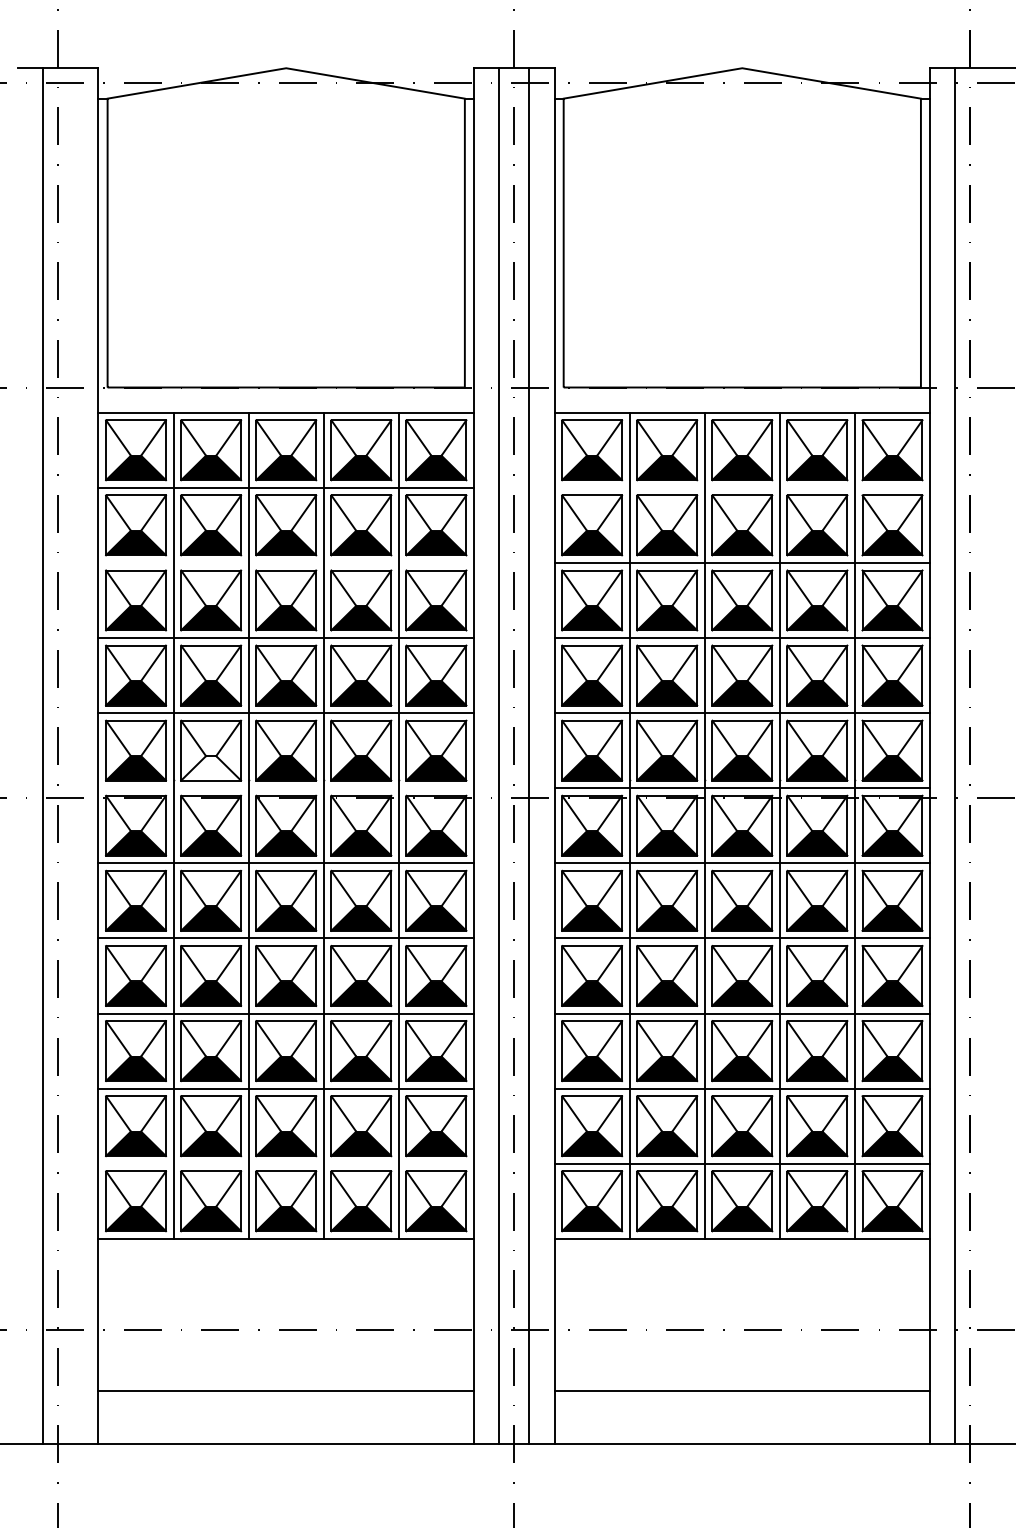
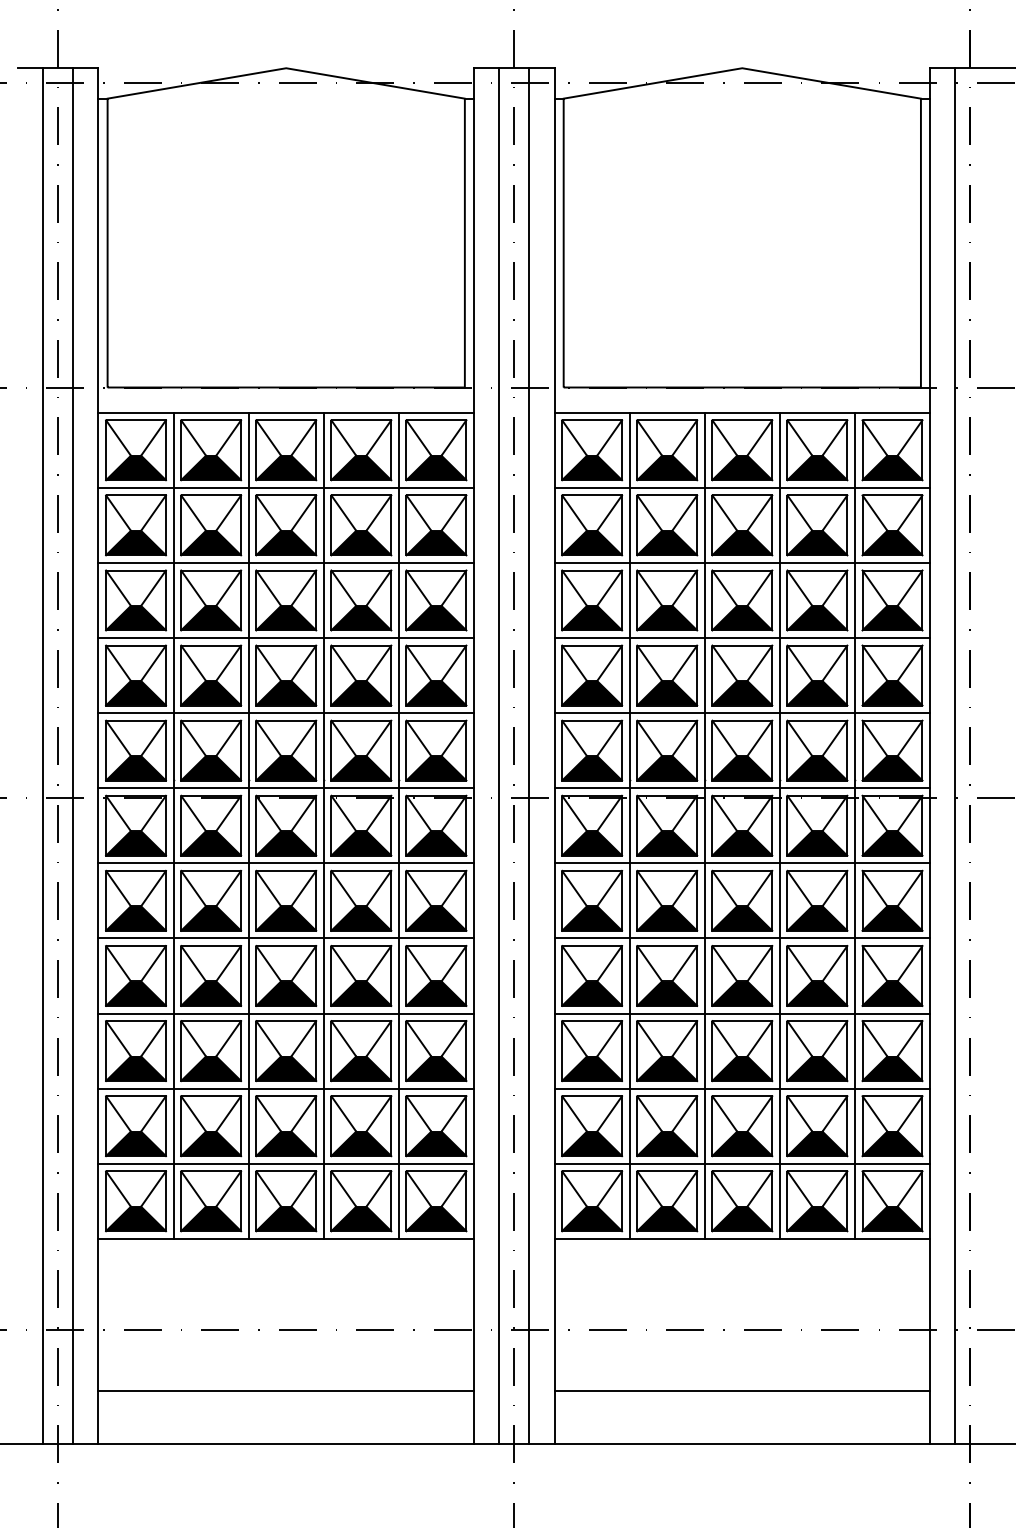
line at (742, 487): none -> present
line at (285, 562): none -> present
line at (73, 756): none -> present
fill at (211, 768): none -> present
line at (285, 788): none -> present
line at (285, 1163): none -> present
